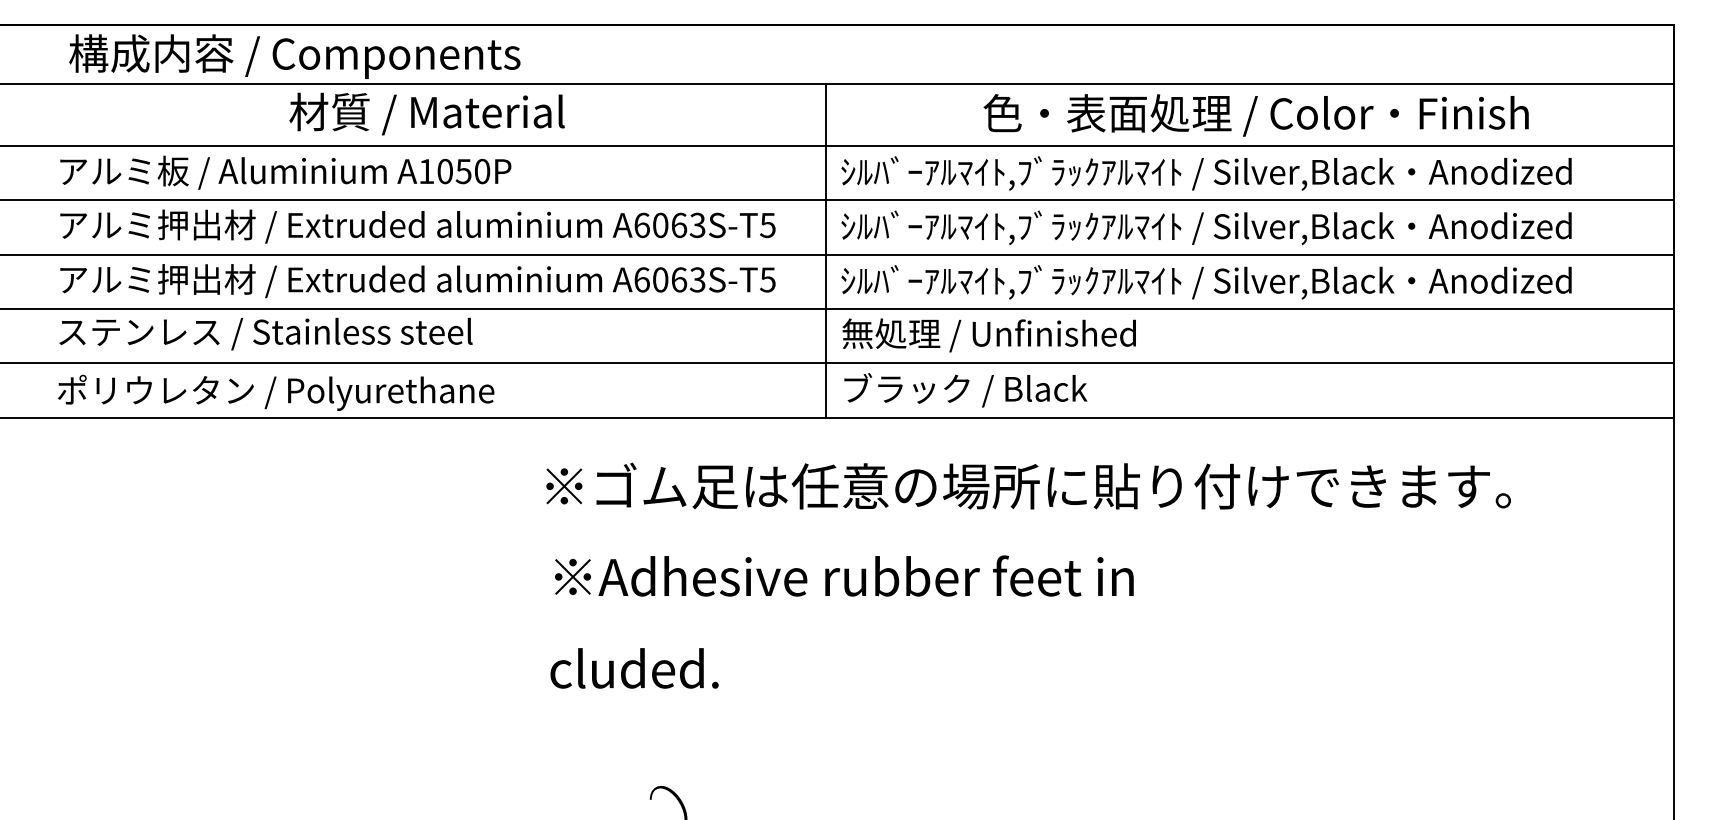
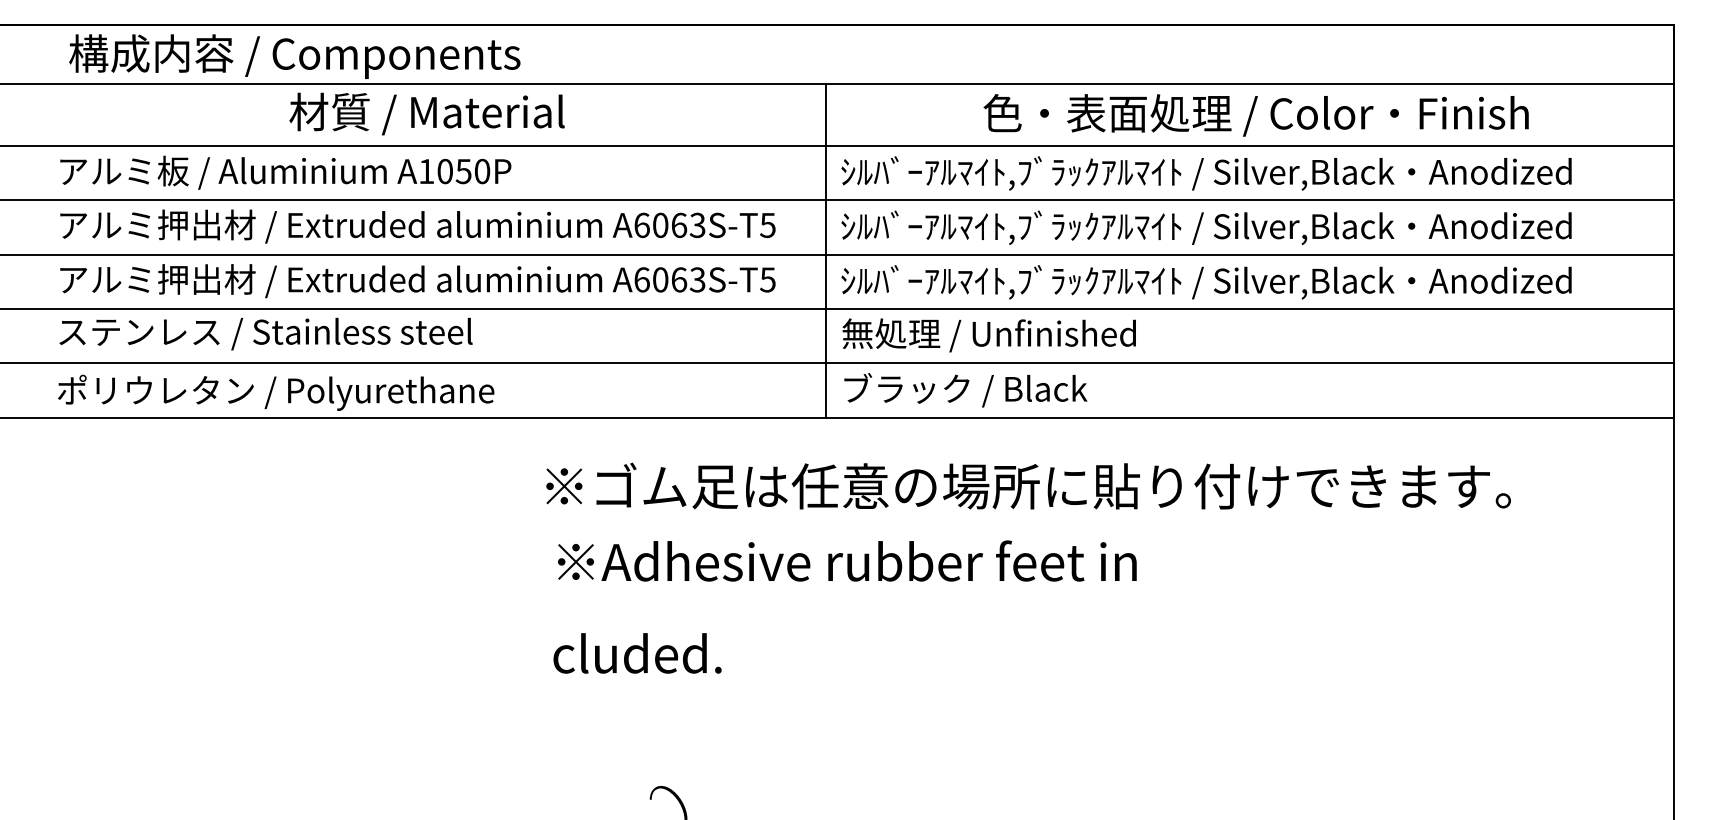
text at (841, 621) position: (841, 621) -> (844, 606)
